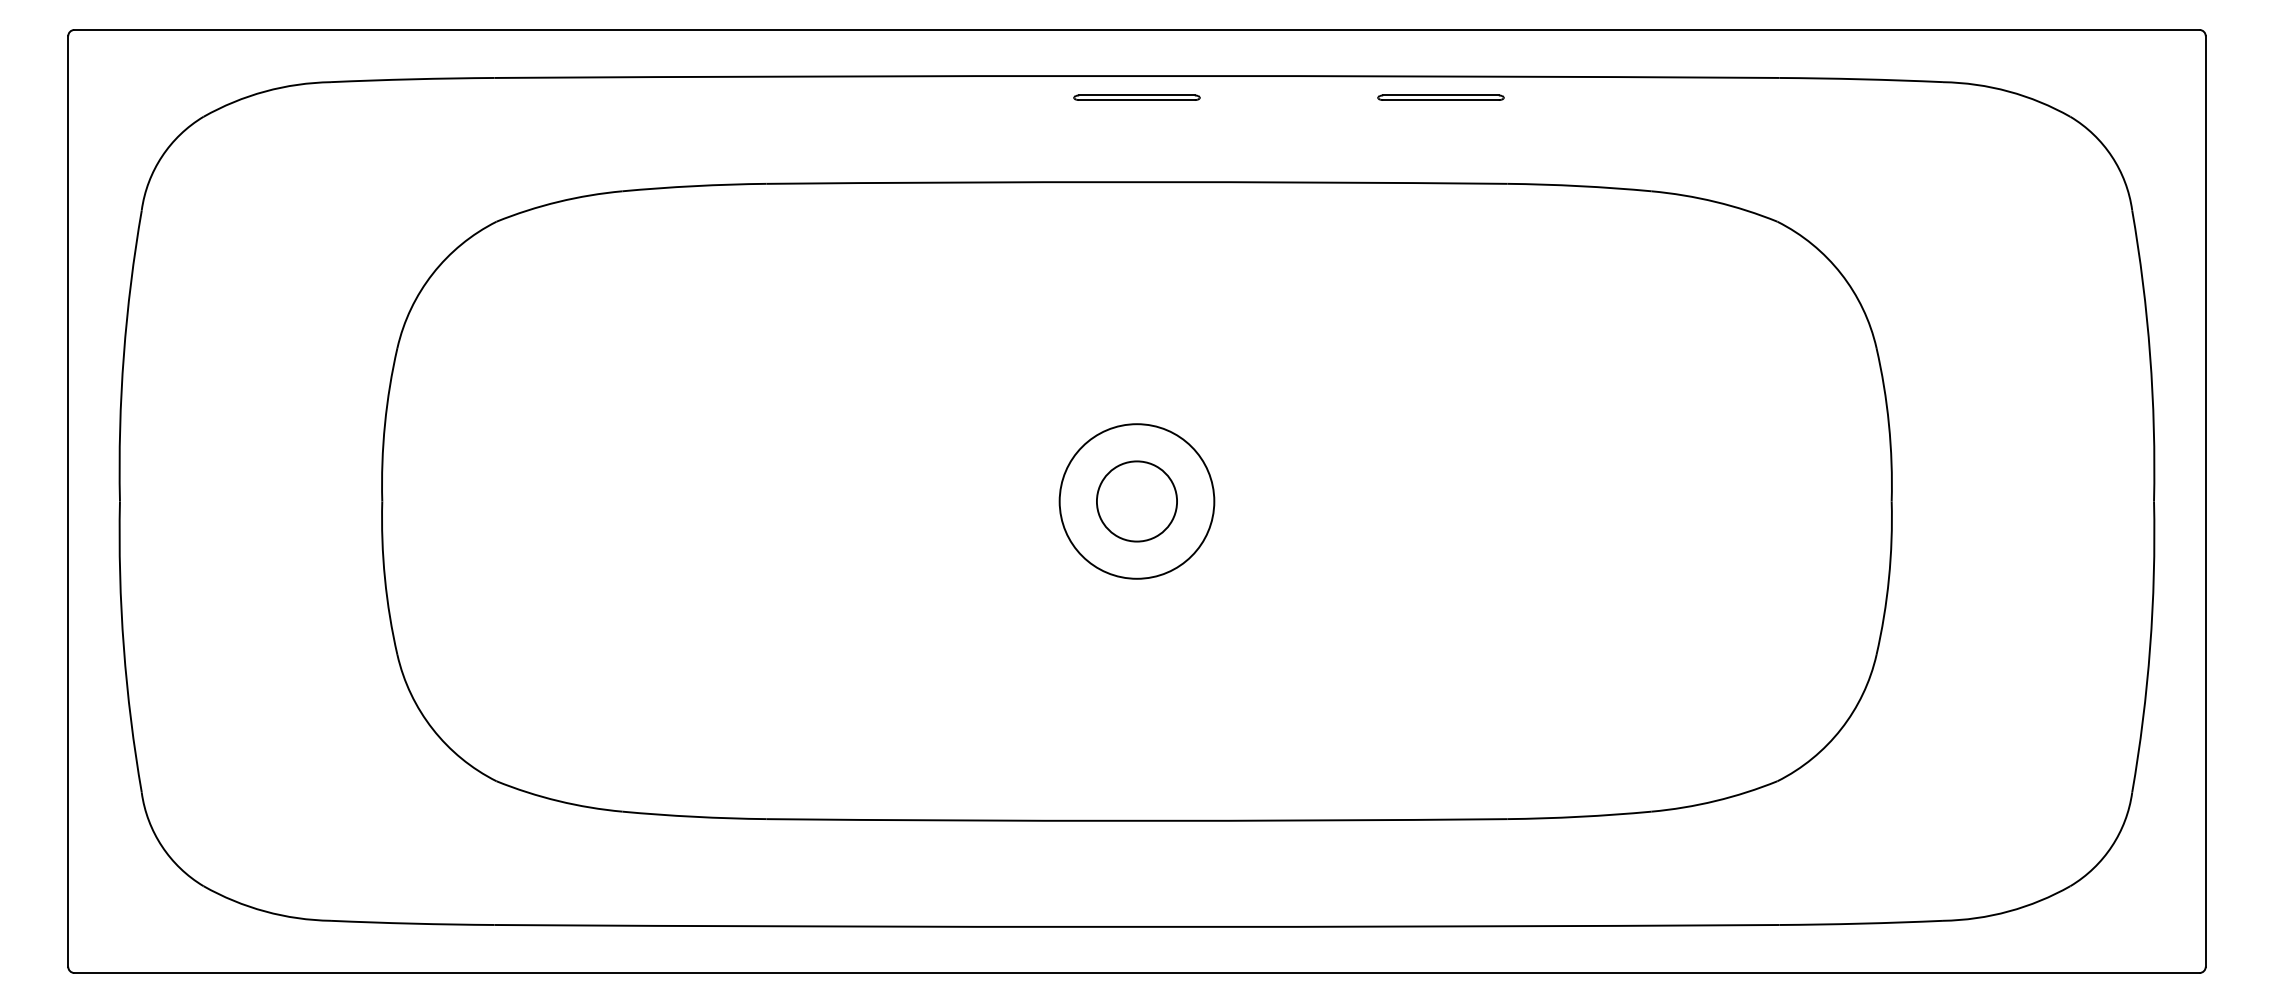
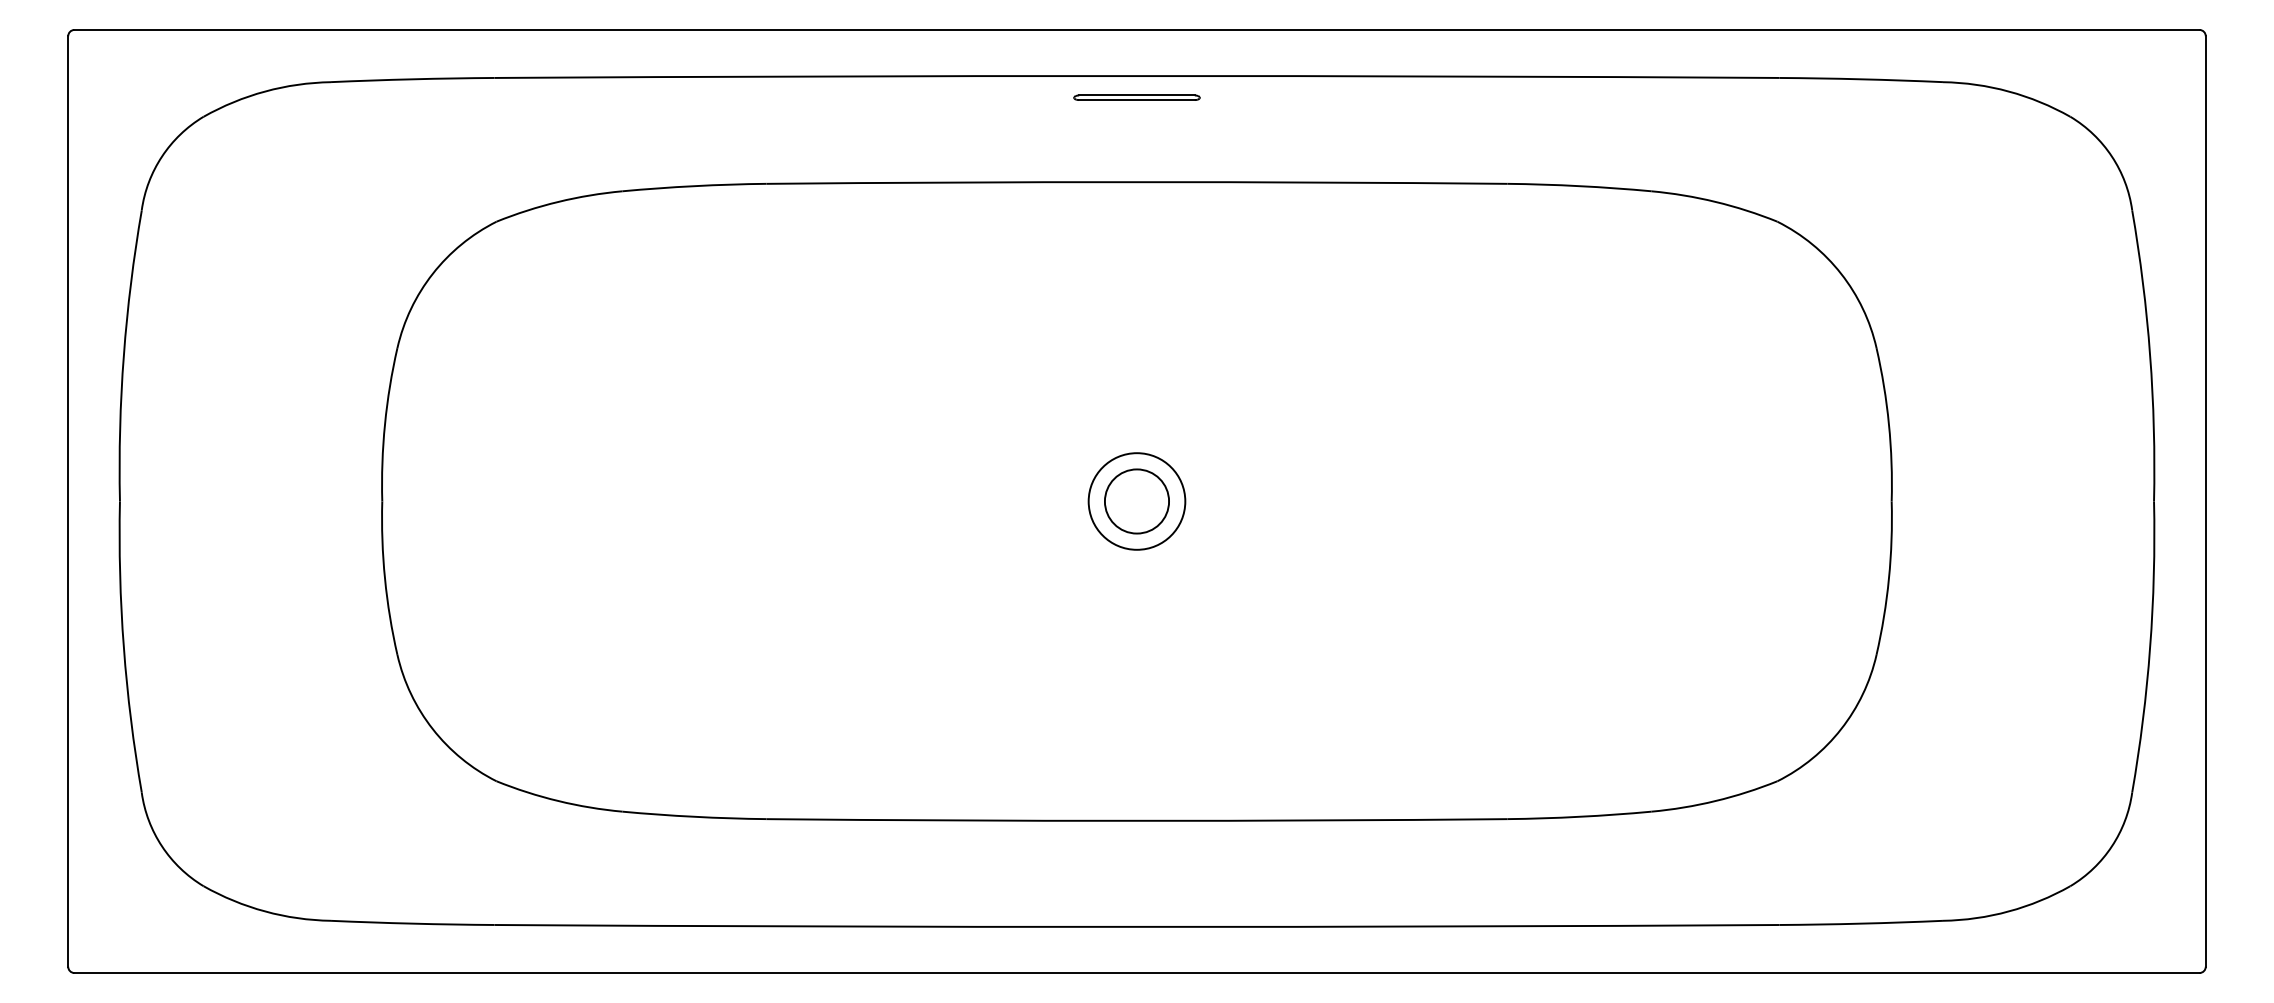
part at (1440, 97): present -> none
circle at (1136, 501) diameter: 155 px -> 97 px
circle at (1136, 501) diameter: 80 px -> 64 px
